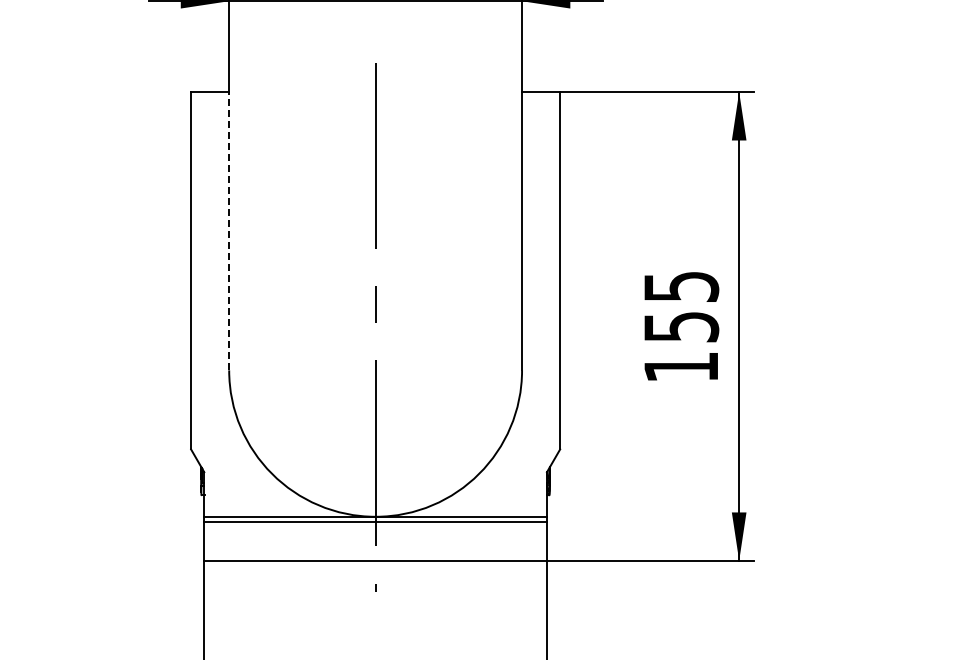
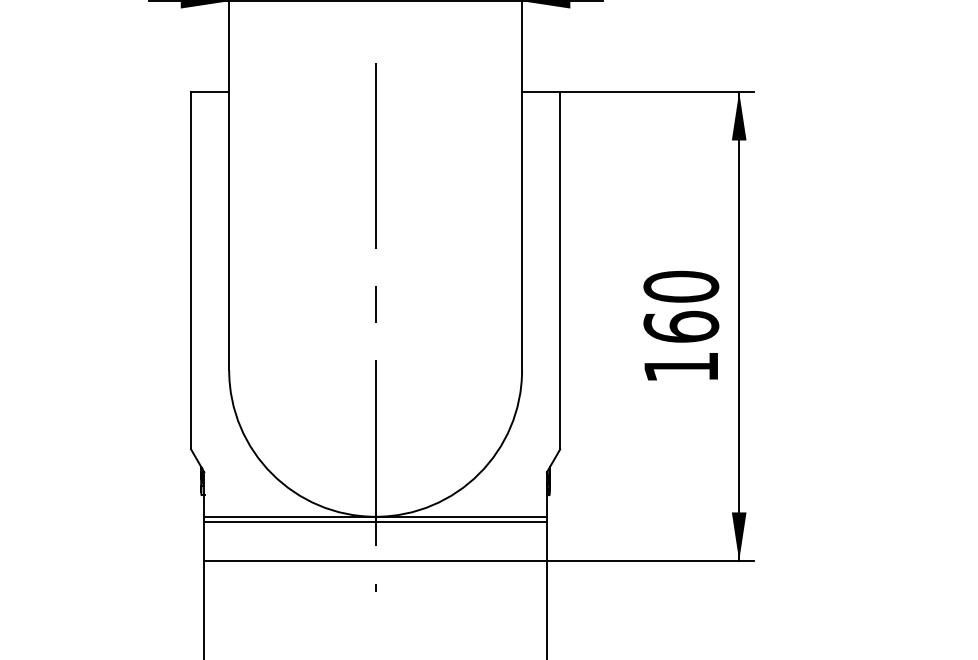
line at (229, 230): dashed -> solid
text at (681, 306): 155 -> 160
